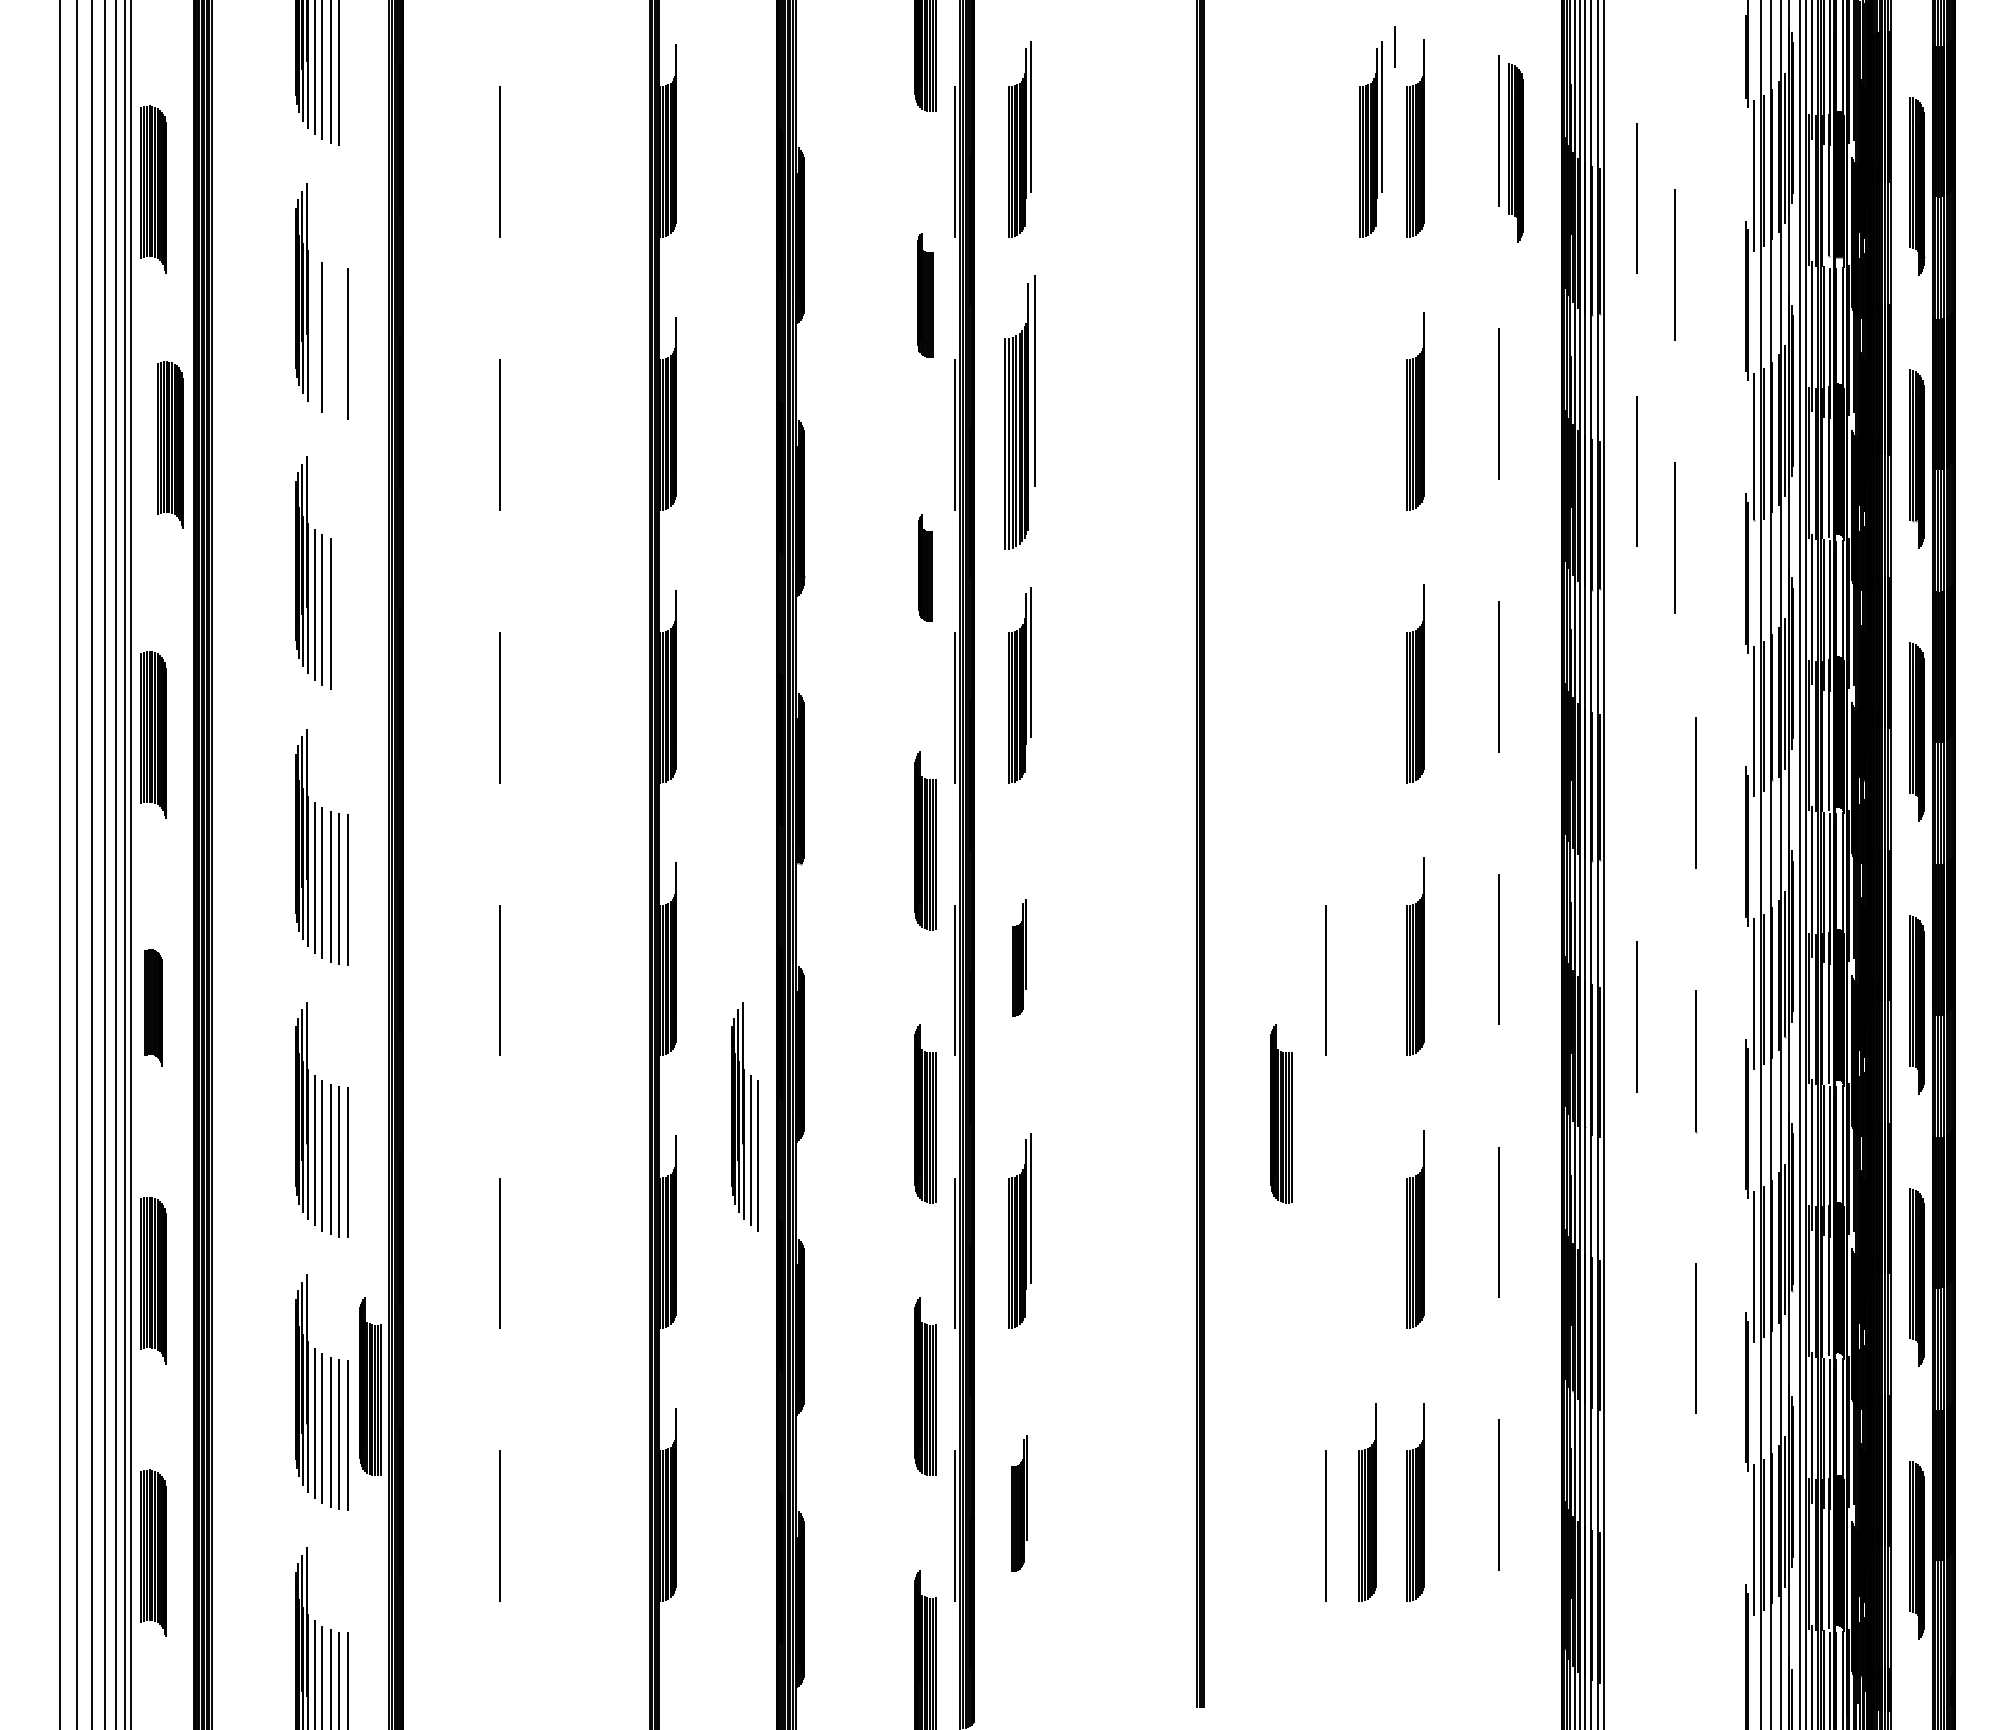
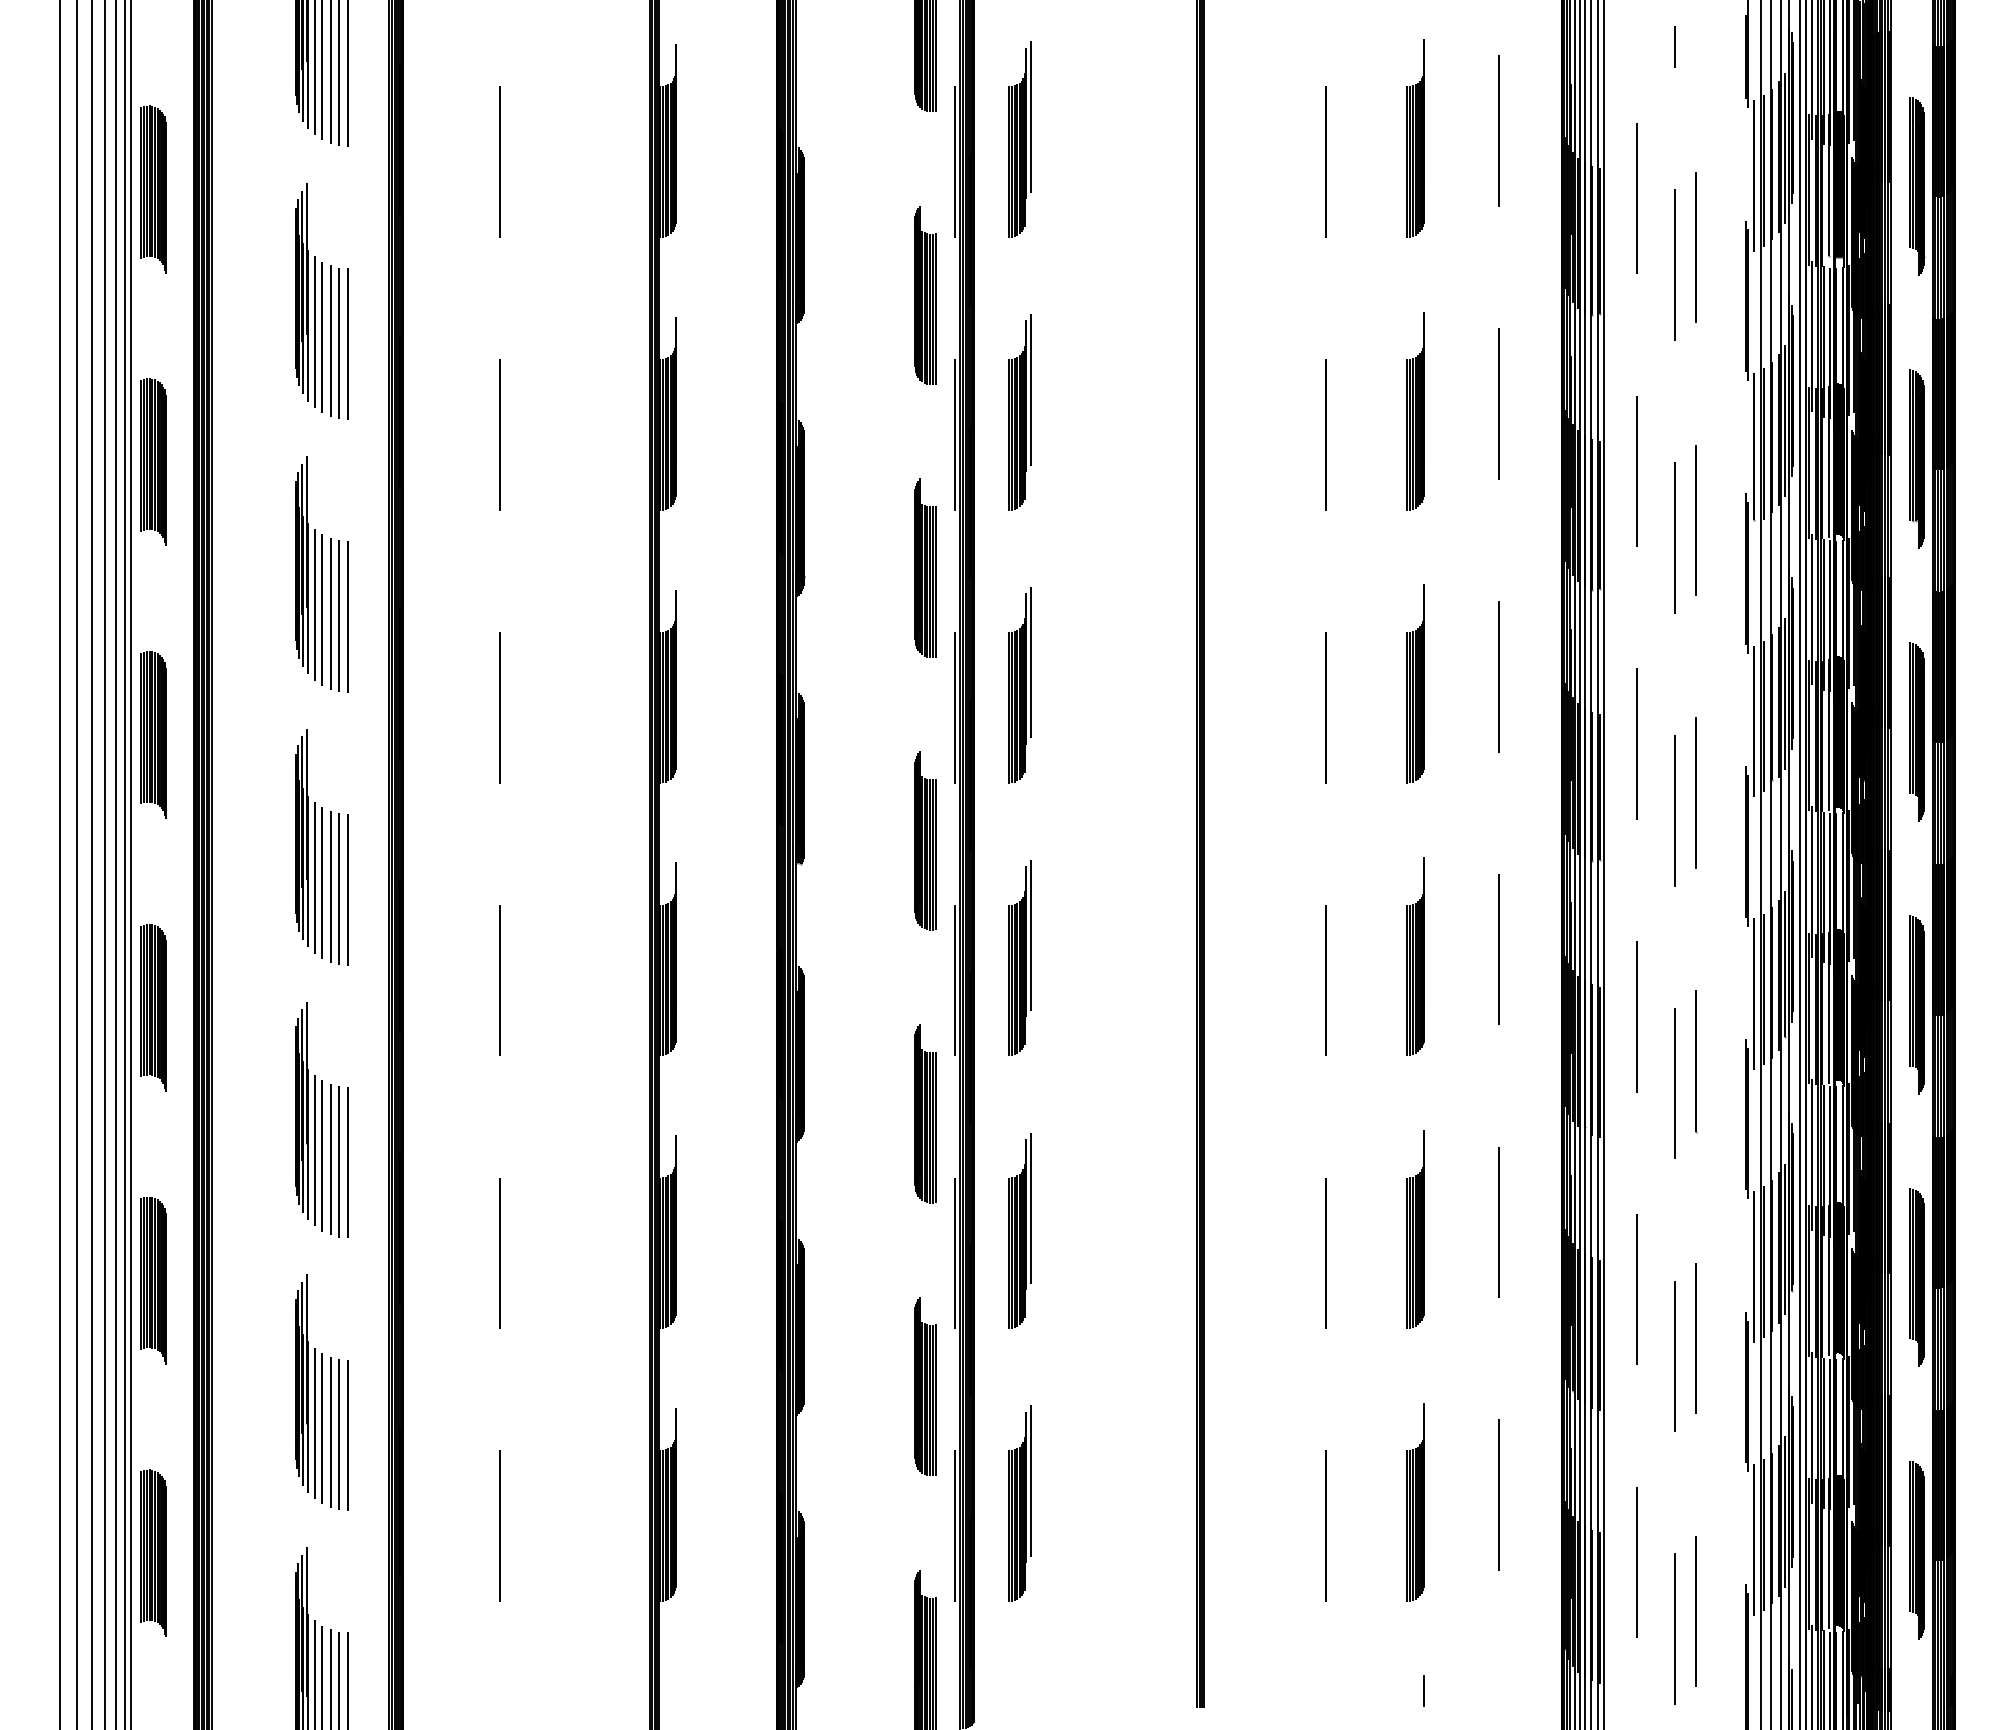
line at (1394, 46) position: (1394, 46) -> (1674, 46)
line at (348, 74): none -> present
part at (1370, 139): present -> none
part at (1515, 152): present -> none
line at (1325, 161): none -> present
line at (1696, 247): none -> present
part at (925, 295) size: 17x125 px -> 23x179 px
line at (314, 332): none -> present
line at (330, 340): none -> present
line at (339, 343): none -> present
part at (1019, 412) size: 32x275 px -> 24x197 px
line at (1325, 434): none -> present
part at (170, 444) position: (170, 444) -> (153, 461)
line at (1695, 520): none -> present
part at (925, 567) size: 15x108 px -> 23x180 px
line at (339, 616): none -> present
line at (348, 616): none -> present
line at (1325, 707): none -> present
line at (1636, 743): none -> present
line at (1674, 810): none -> present
part at (1019, 957) size: 15x118 px -> 24x196 px
part at (153, 1007) size: 19x118 px -> 27x168 px
line at (1674, 1083): none -> present
part at (1281, 1113): present -> none
part at (744, 1116): present -> none
line at (1325, 1253): none -> present
line at (1637, 1289): none -> present
line at (1674, 1356): none -> present
part at (370, 1386): present -> none
part at (1367, 1502): present -> none
part at (1019, 1503) size: 17x137 px -> 24x197 px
line at (1636, 1562): none -> present
line at (1695, 1611): none -> present
line at (1674, 1628): none -> present
line at (1423, 1690): none -> present
